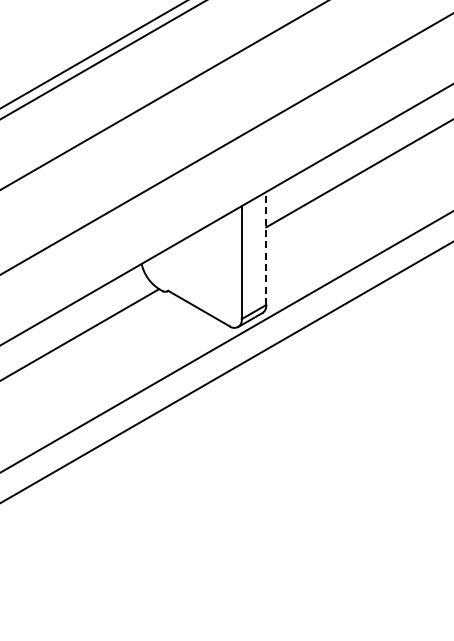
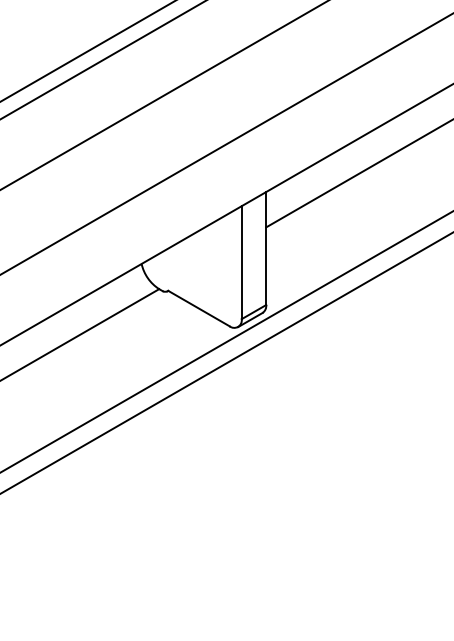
line at (93, 54) position: (93, 54) -> (87, 51)
line at (266, 248): dashed -> solid
line at (226, 372) position: (226, 372) -> (226, 362)
